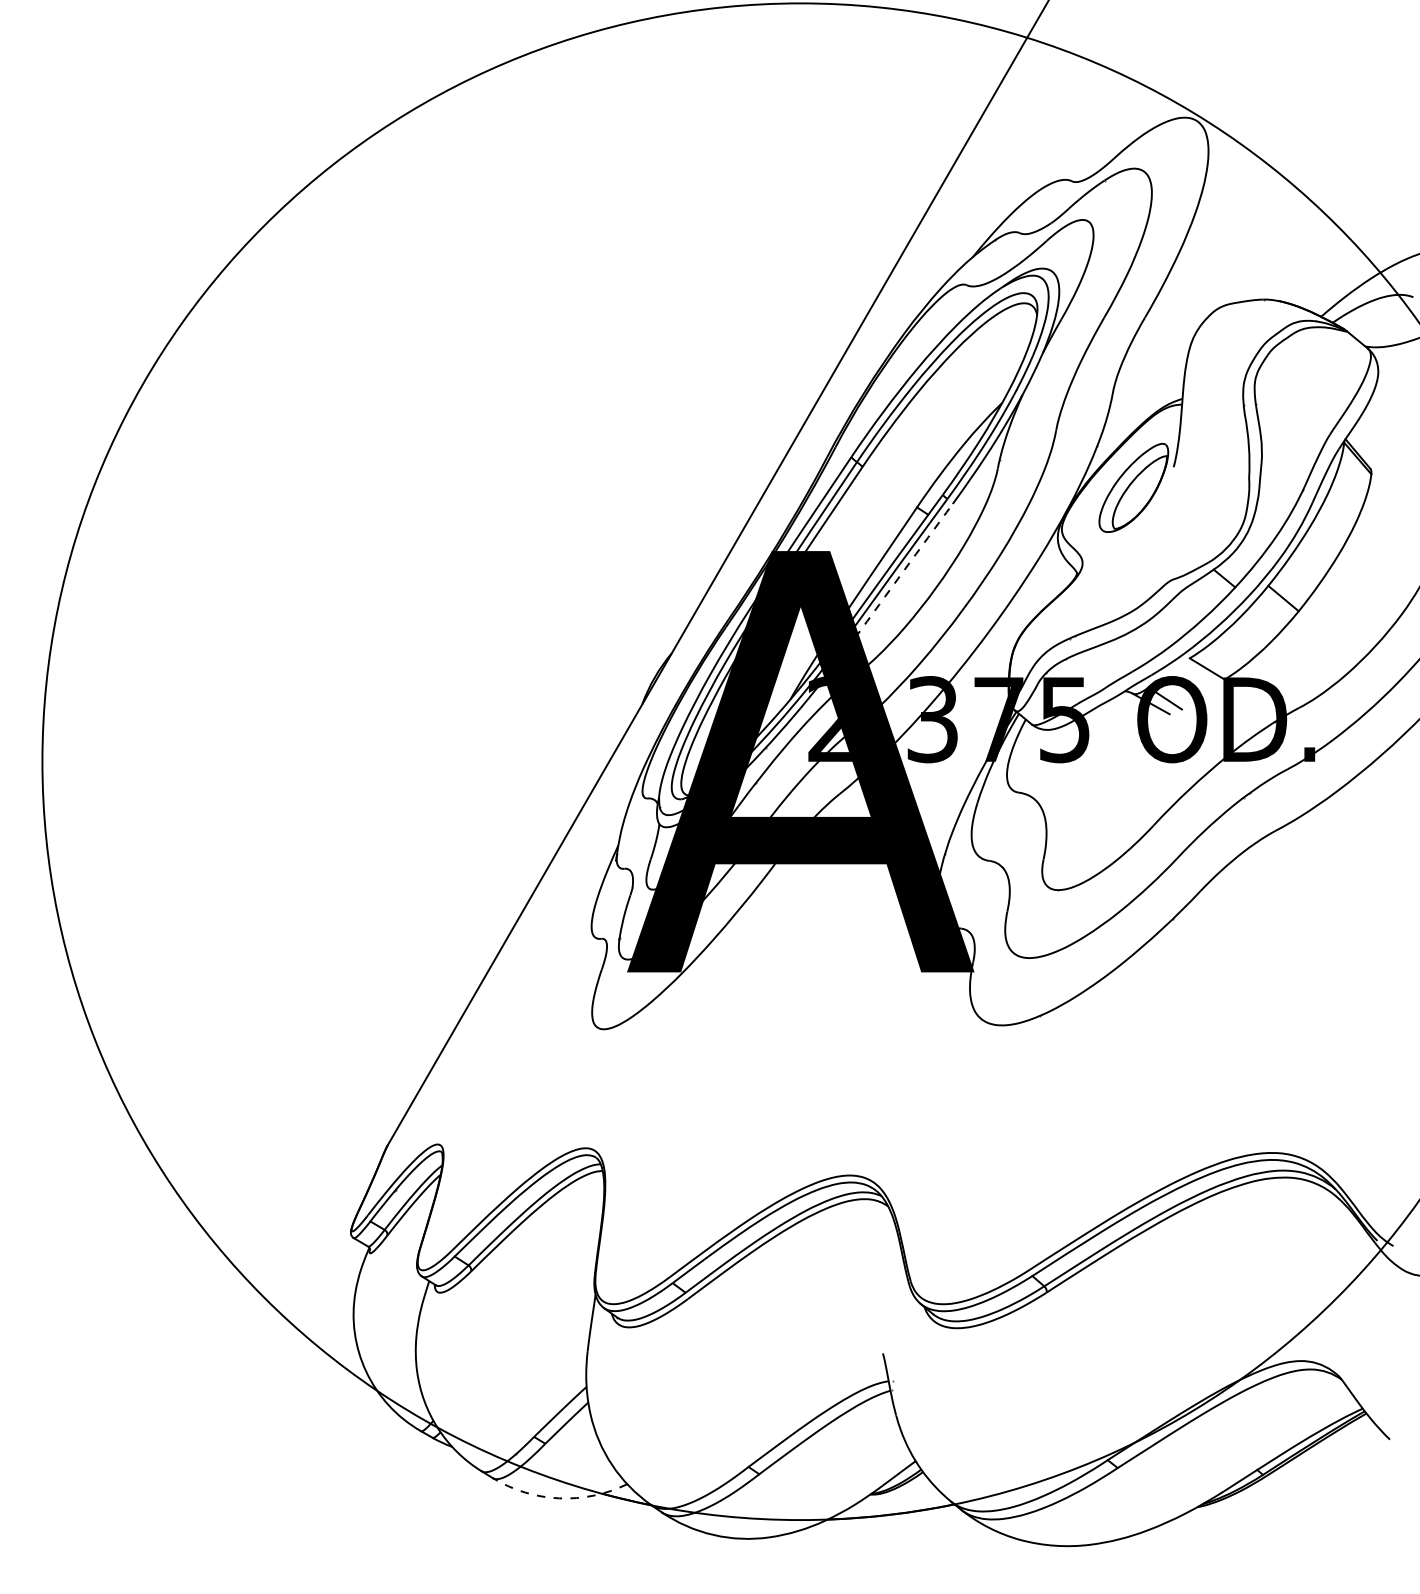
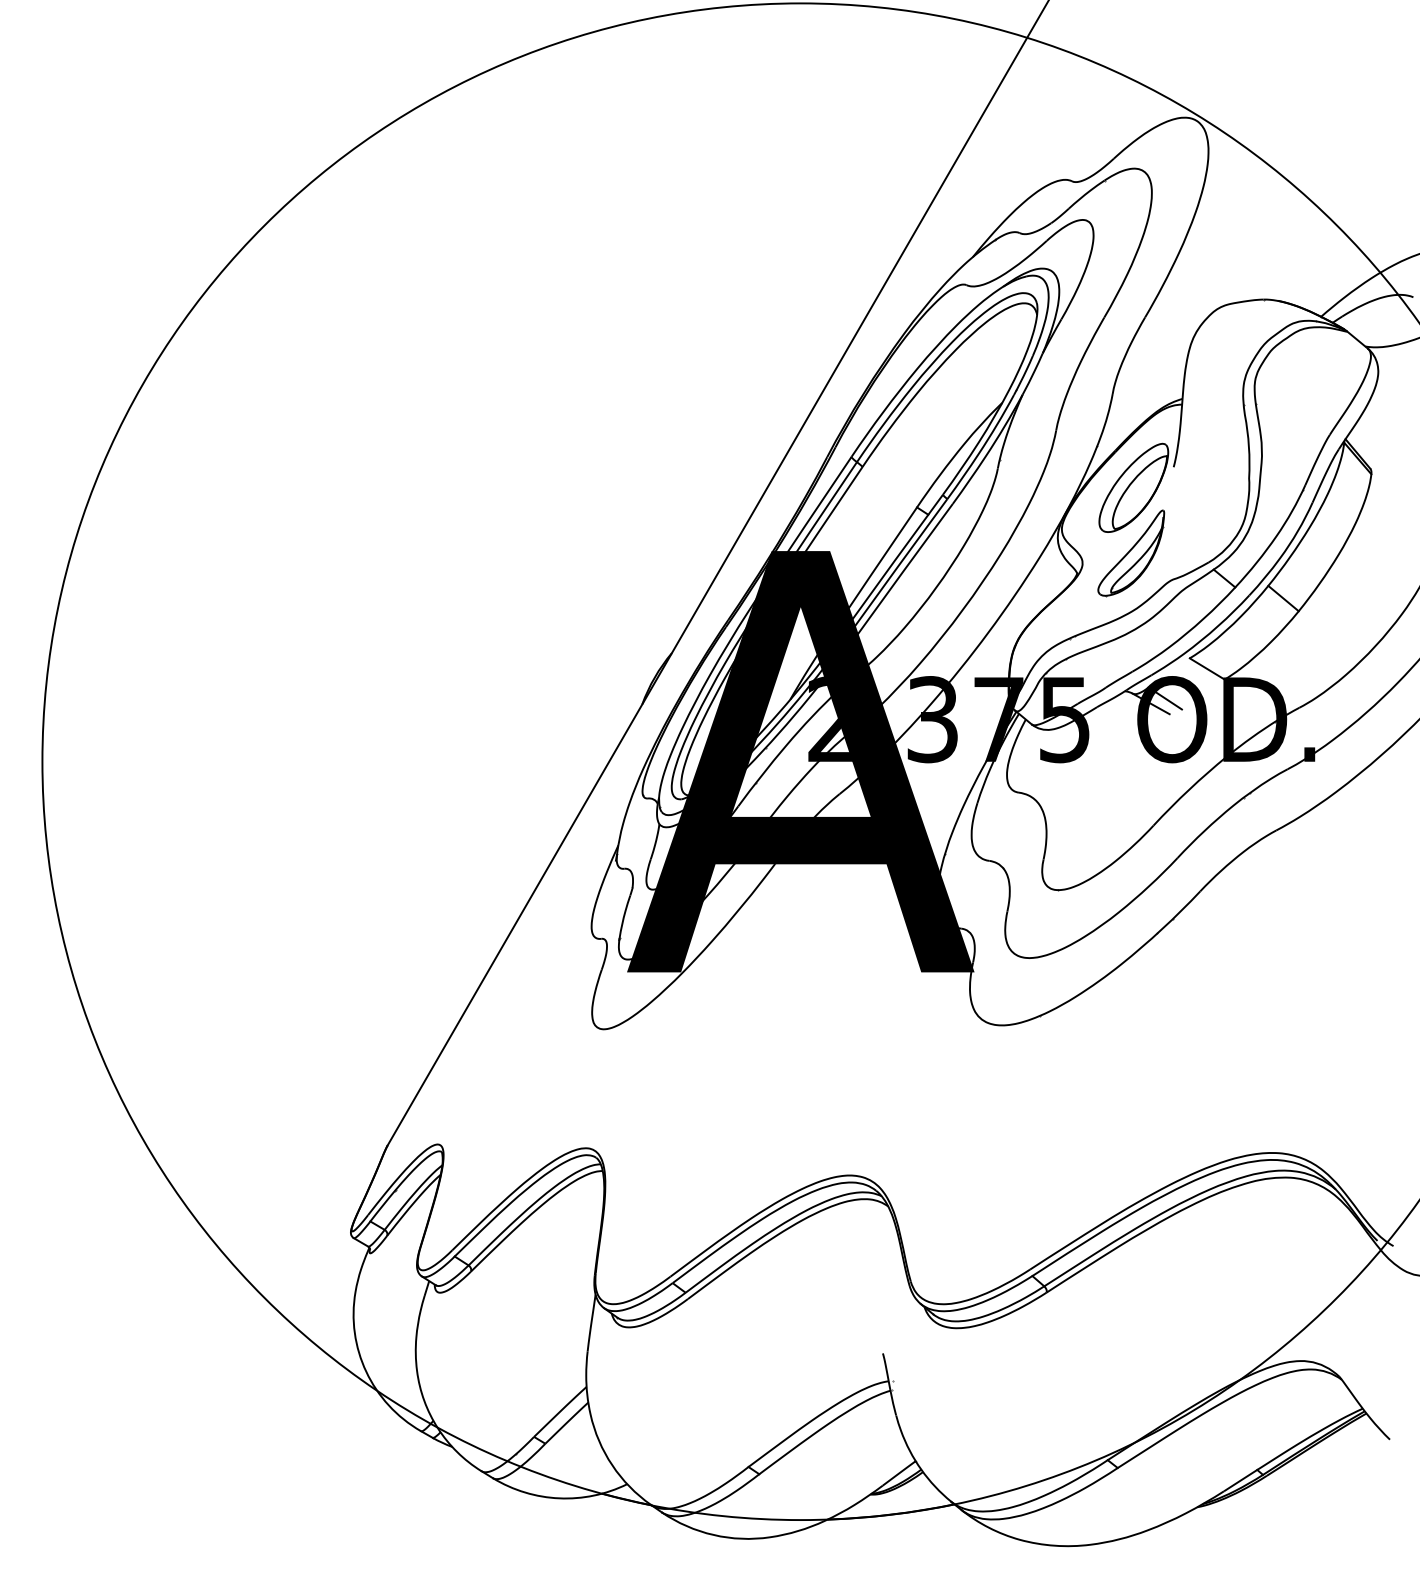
part at (1131, 553): none -> present
line at (903, 570): dashed -> solid
line at (559, 1498): dashed -> solid
